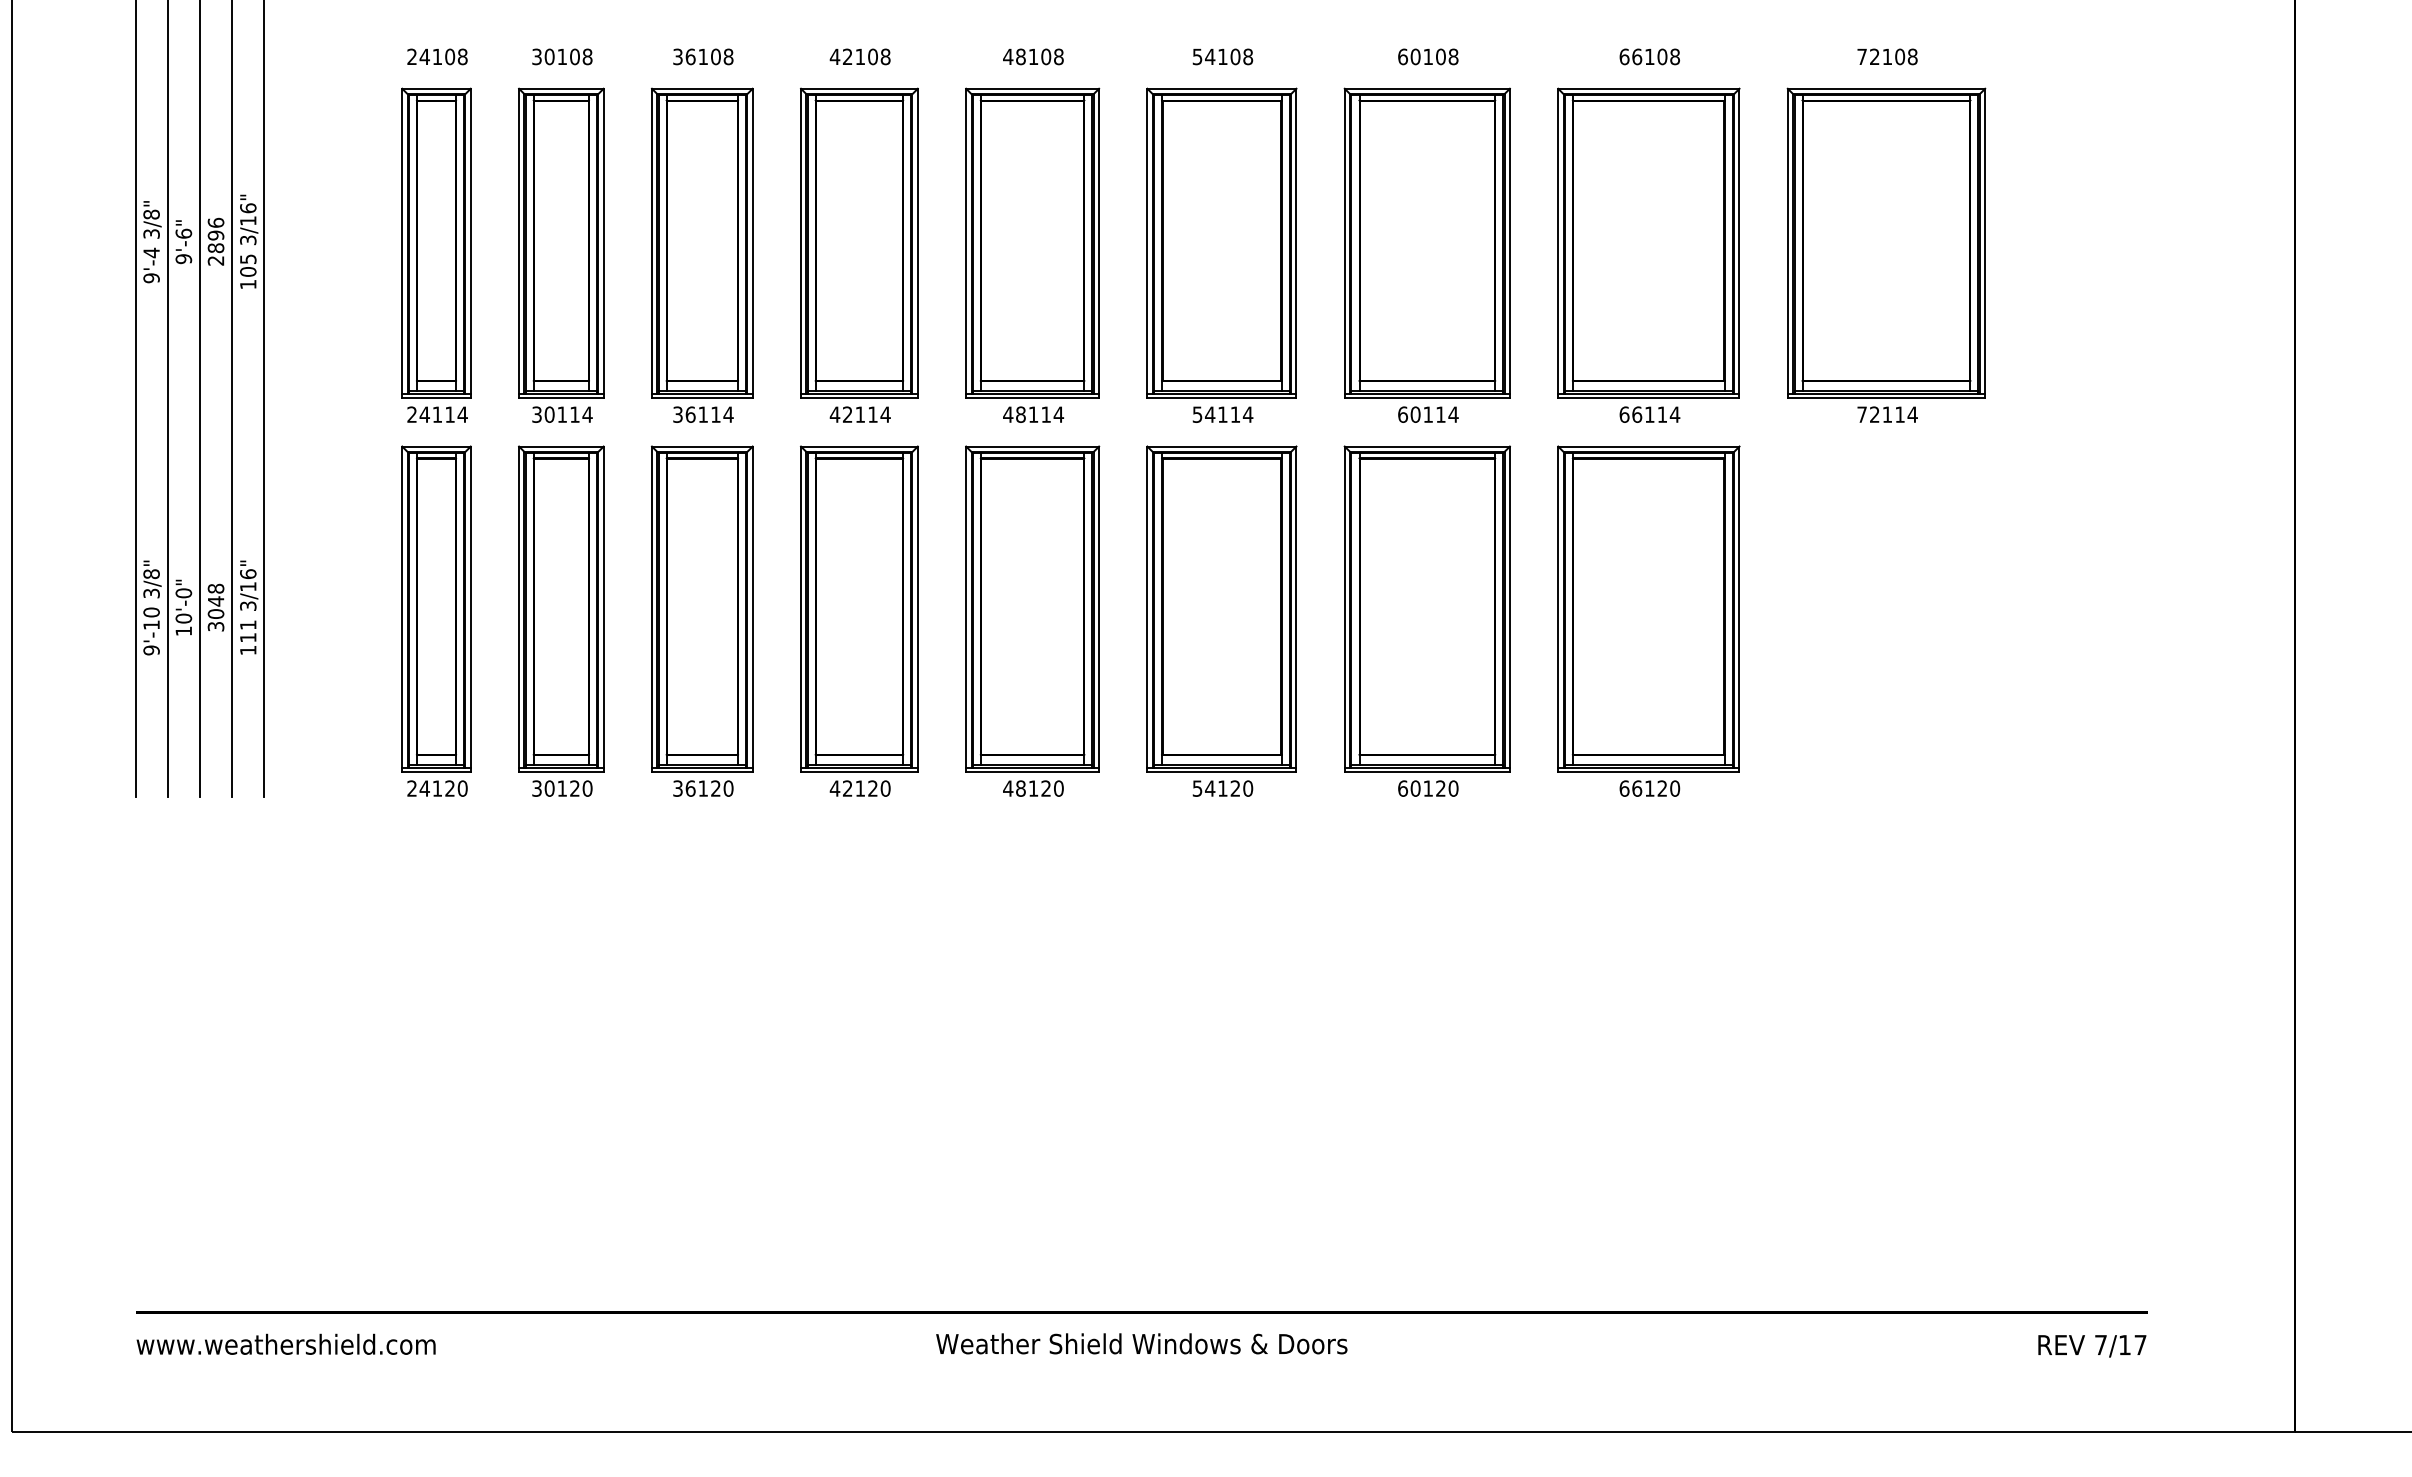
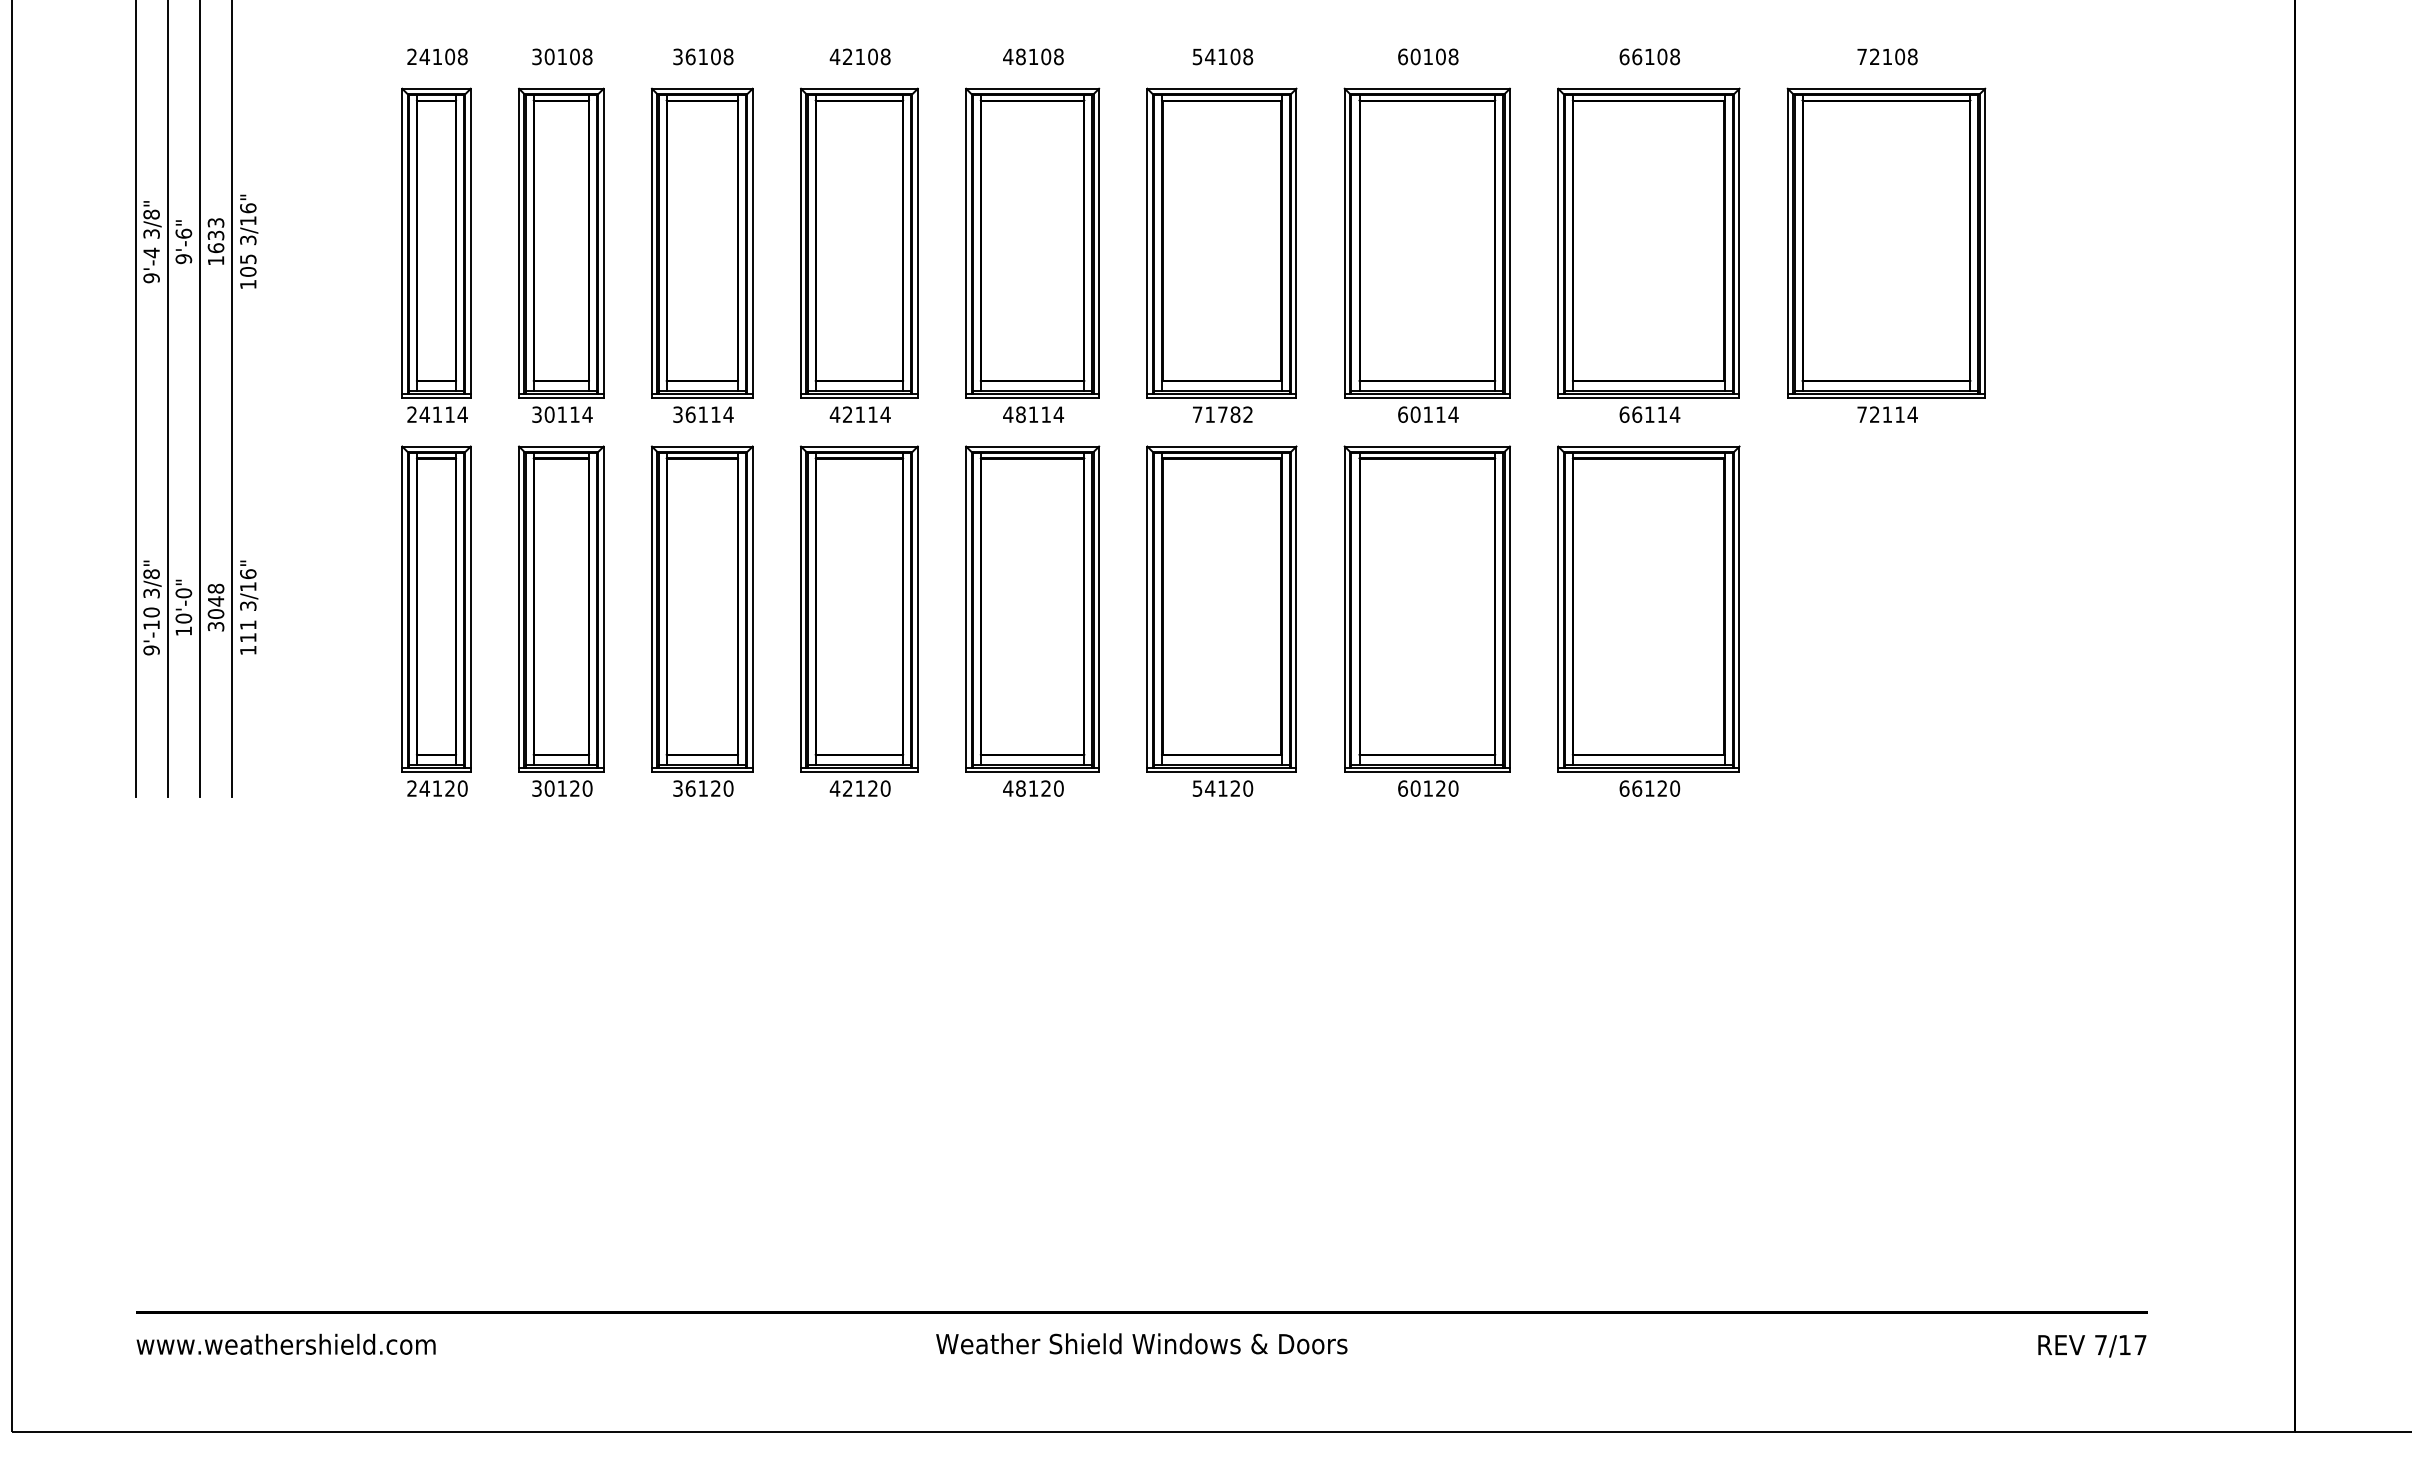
text at (215, 241): 2896 -> 1633
line at (264, 399): present -> none
text at (1222, 414): 54114 -> 71782
